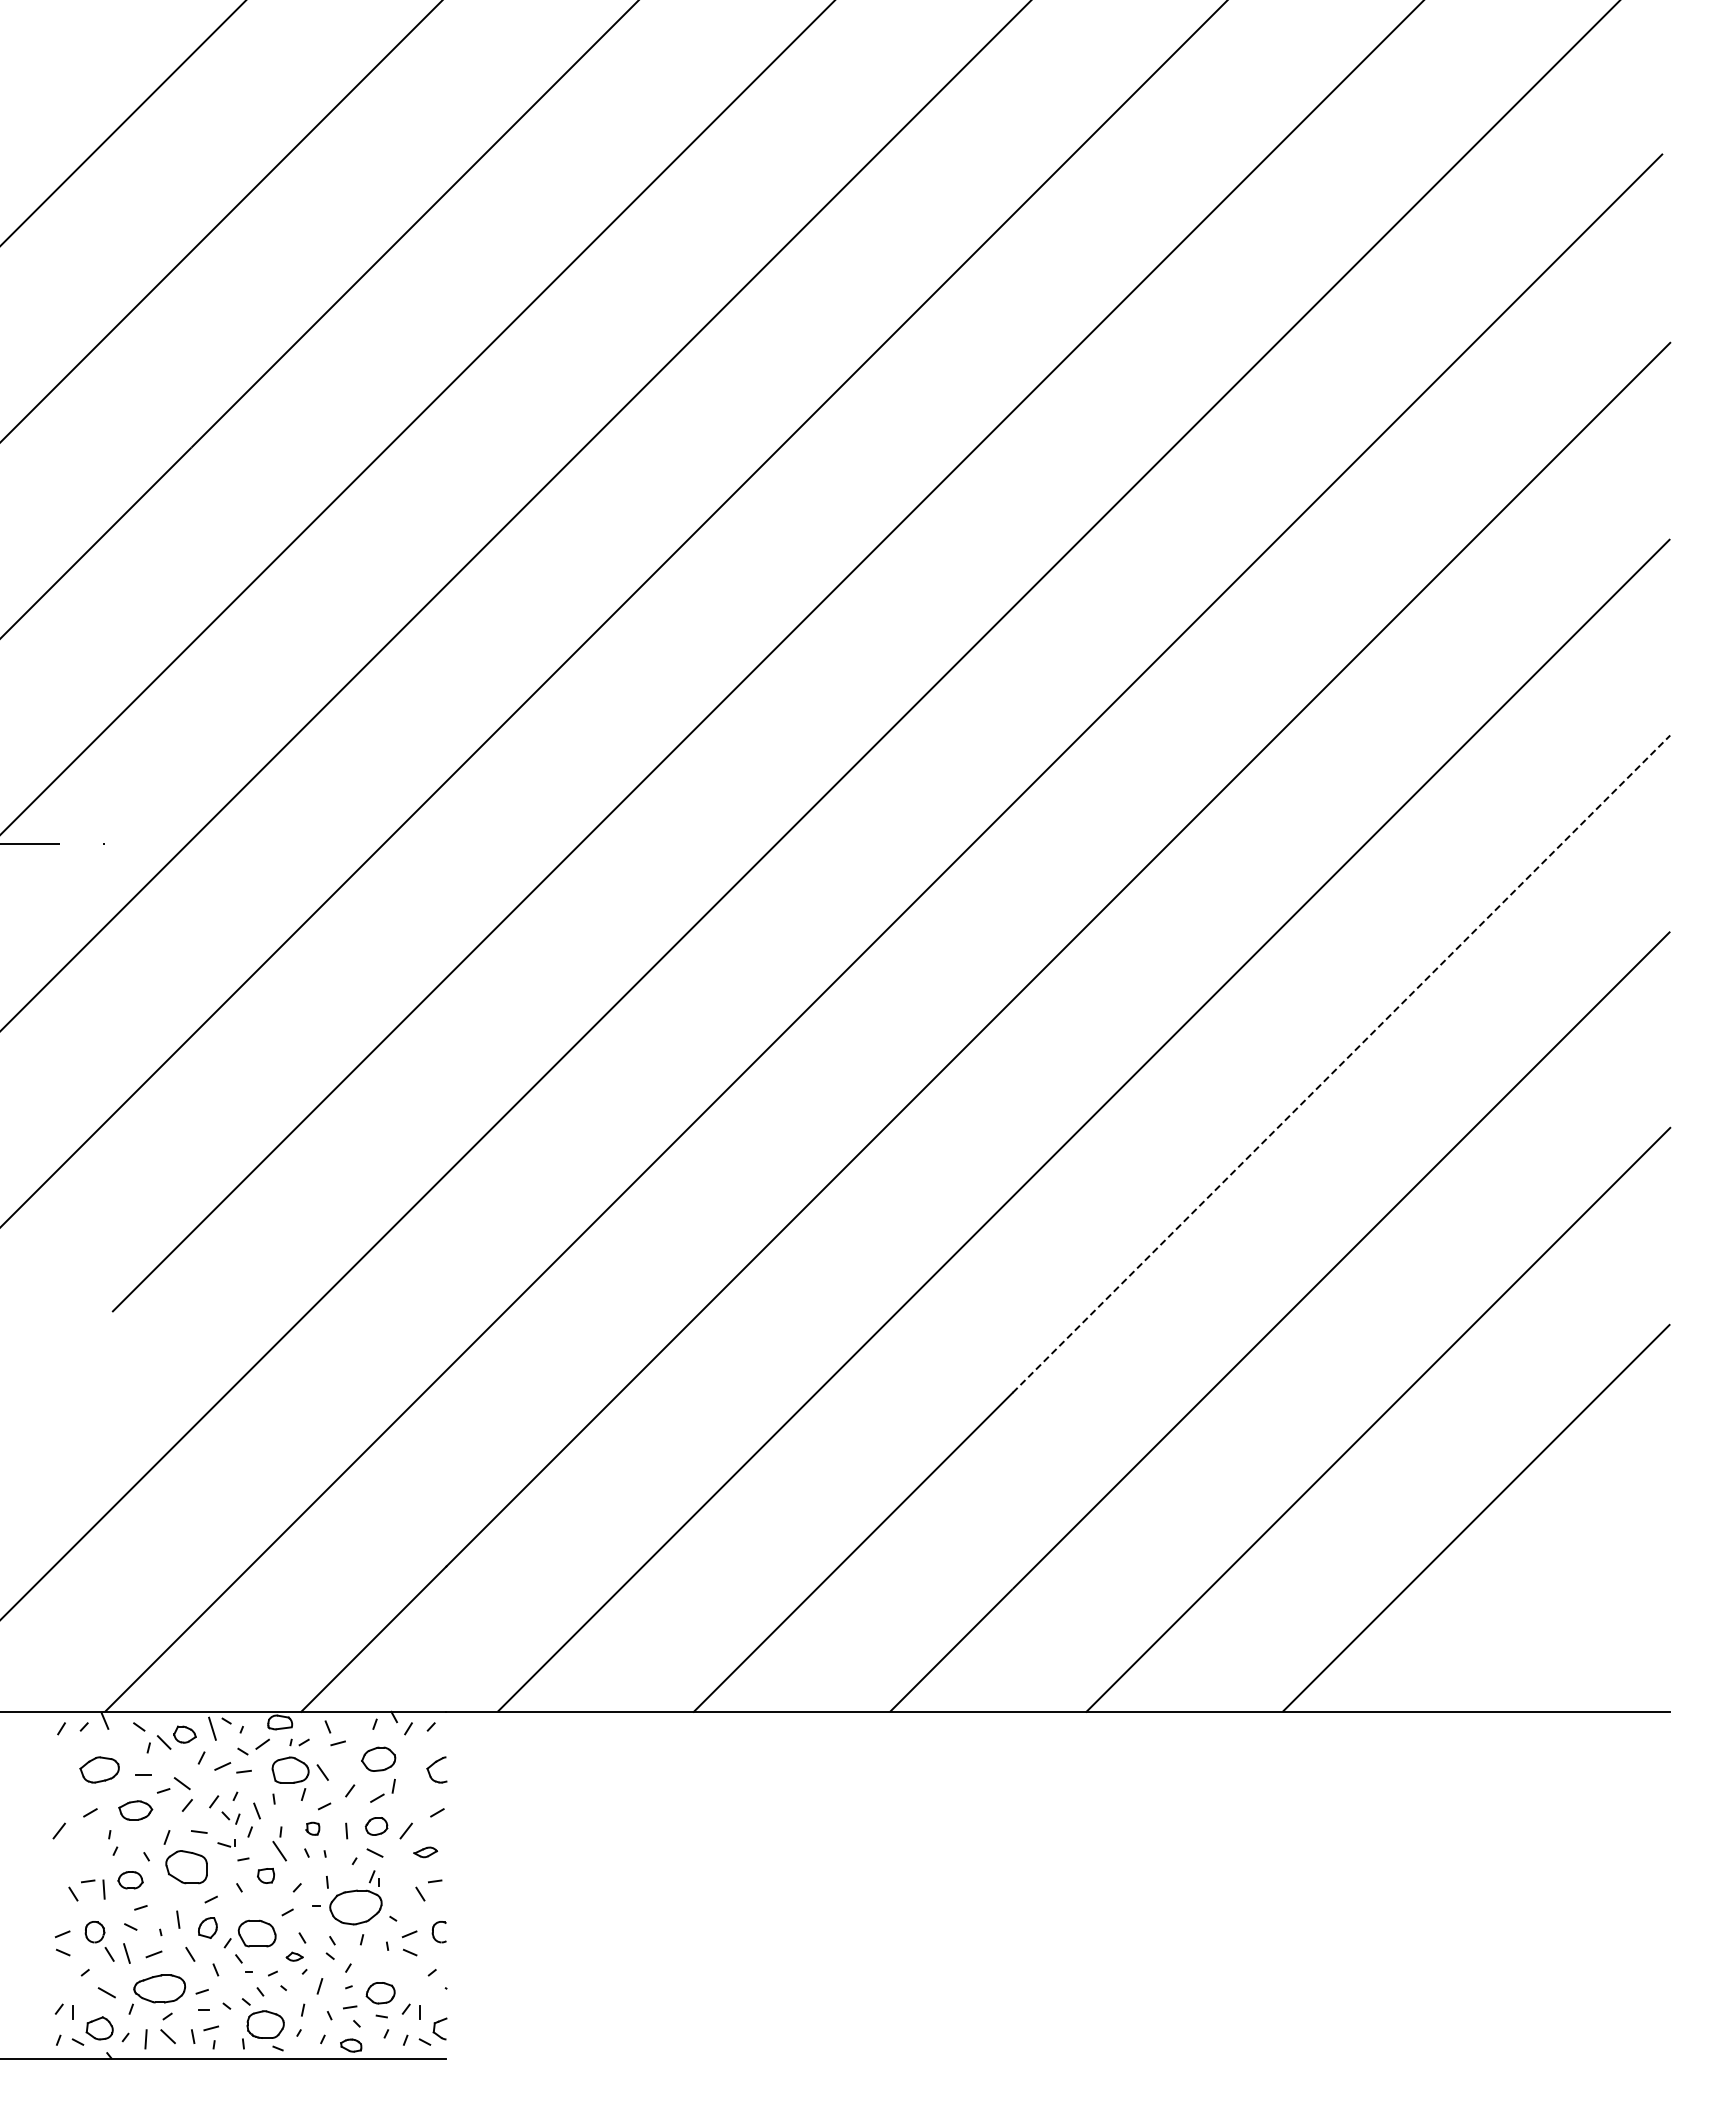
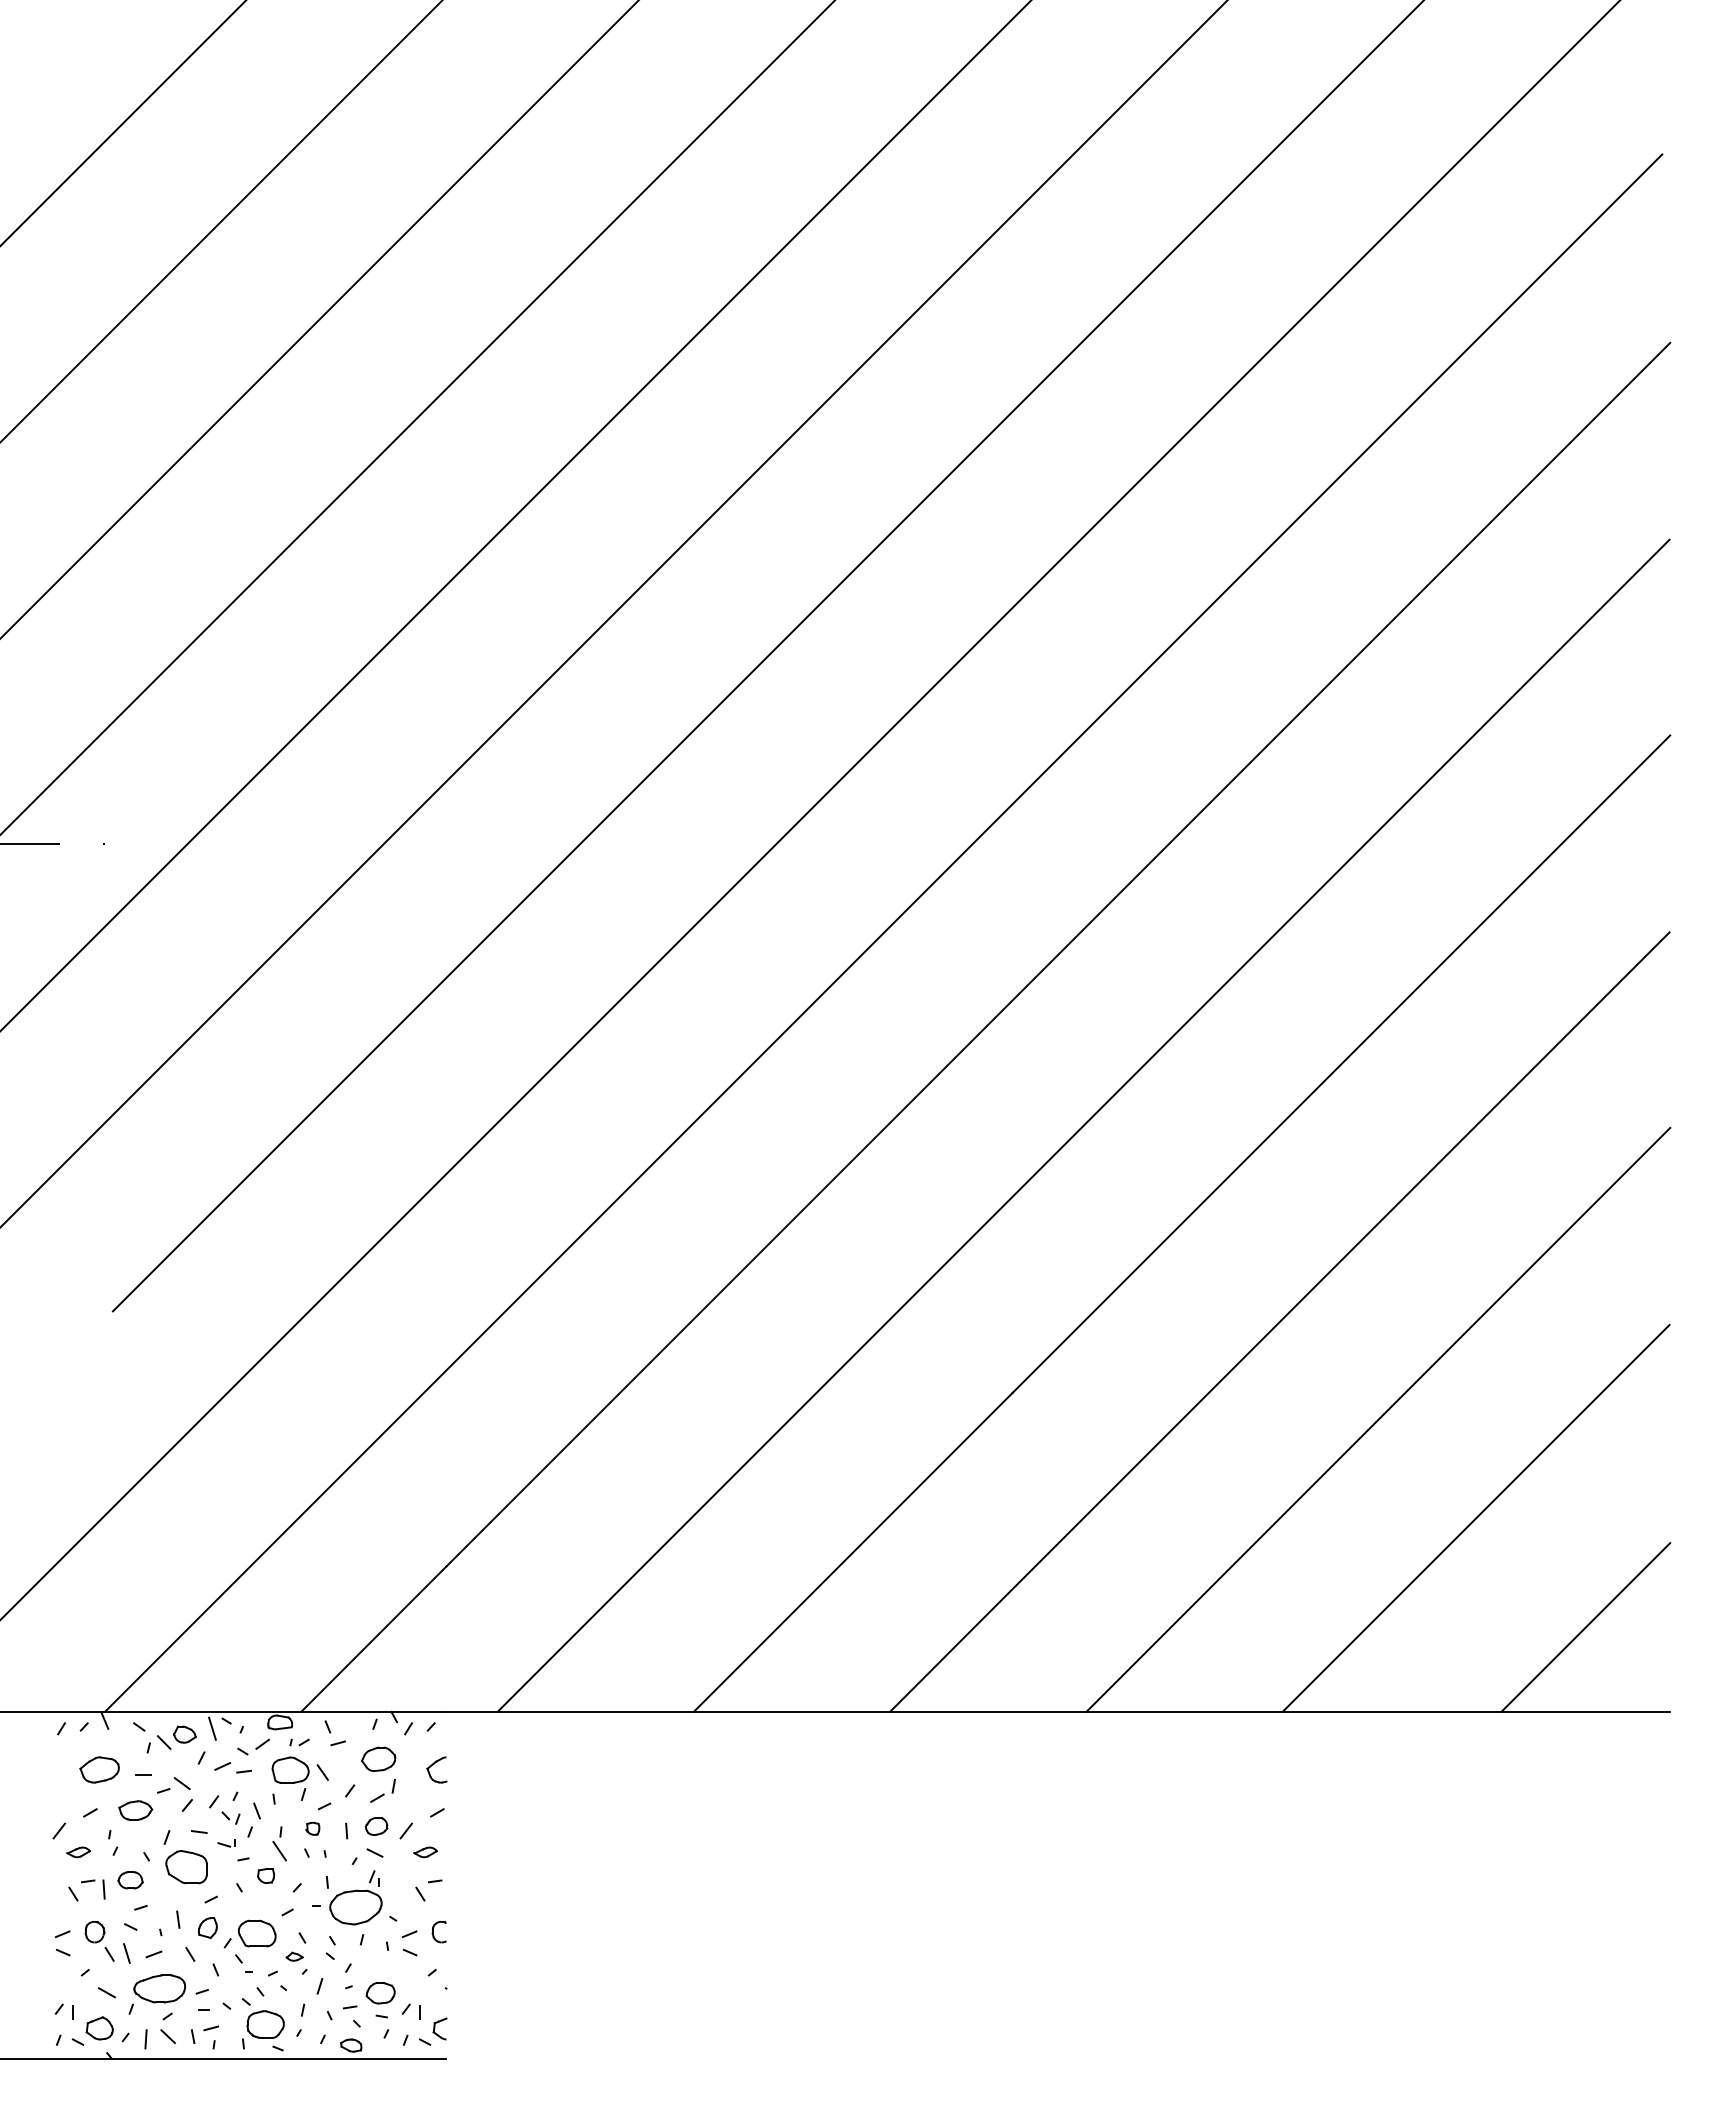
line at (1341, 1064): dashed -> solid
line at (1585, 1627): none -> present
part at (78, 1852): none -> present
